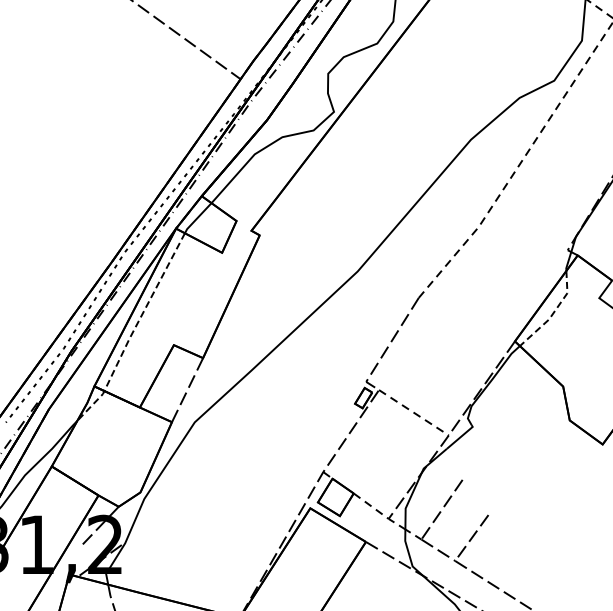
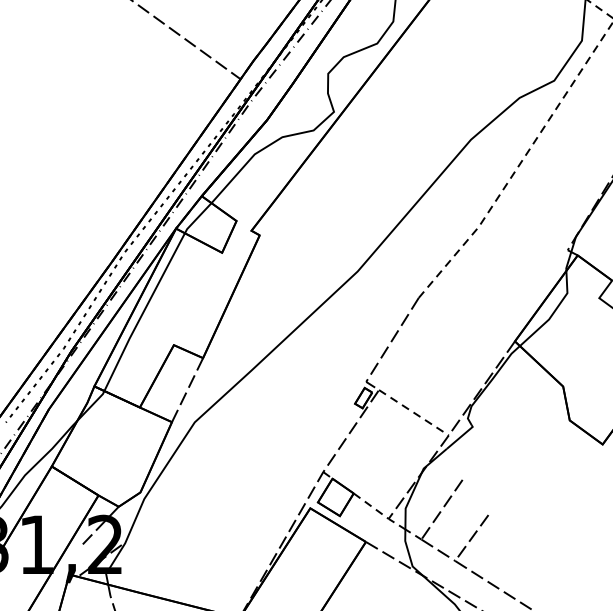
line at (553, 313): dashed -> solid
line at (133, 331): dashed -> solid
